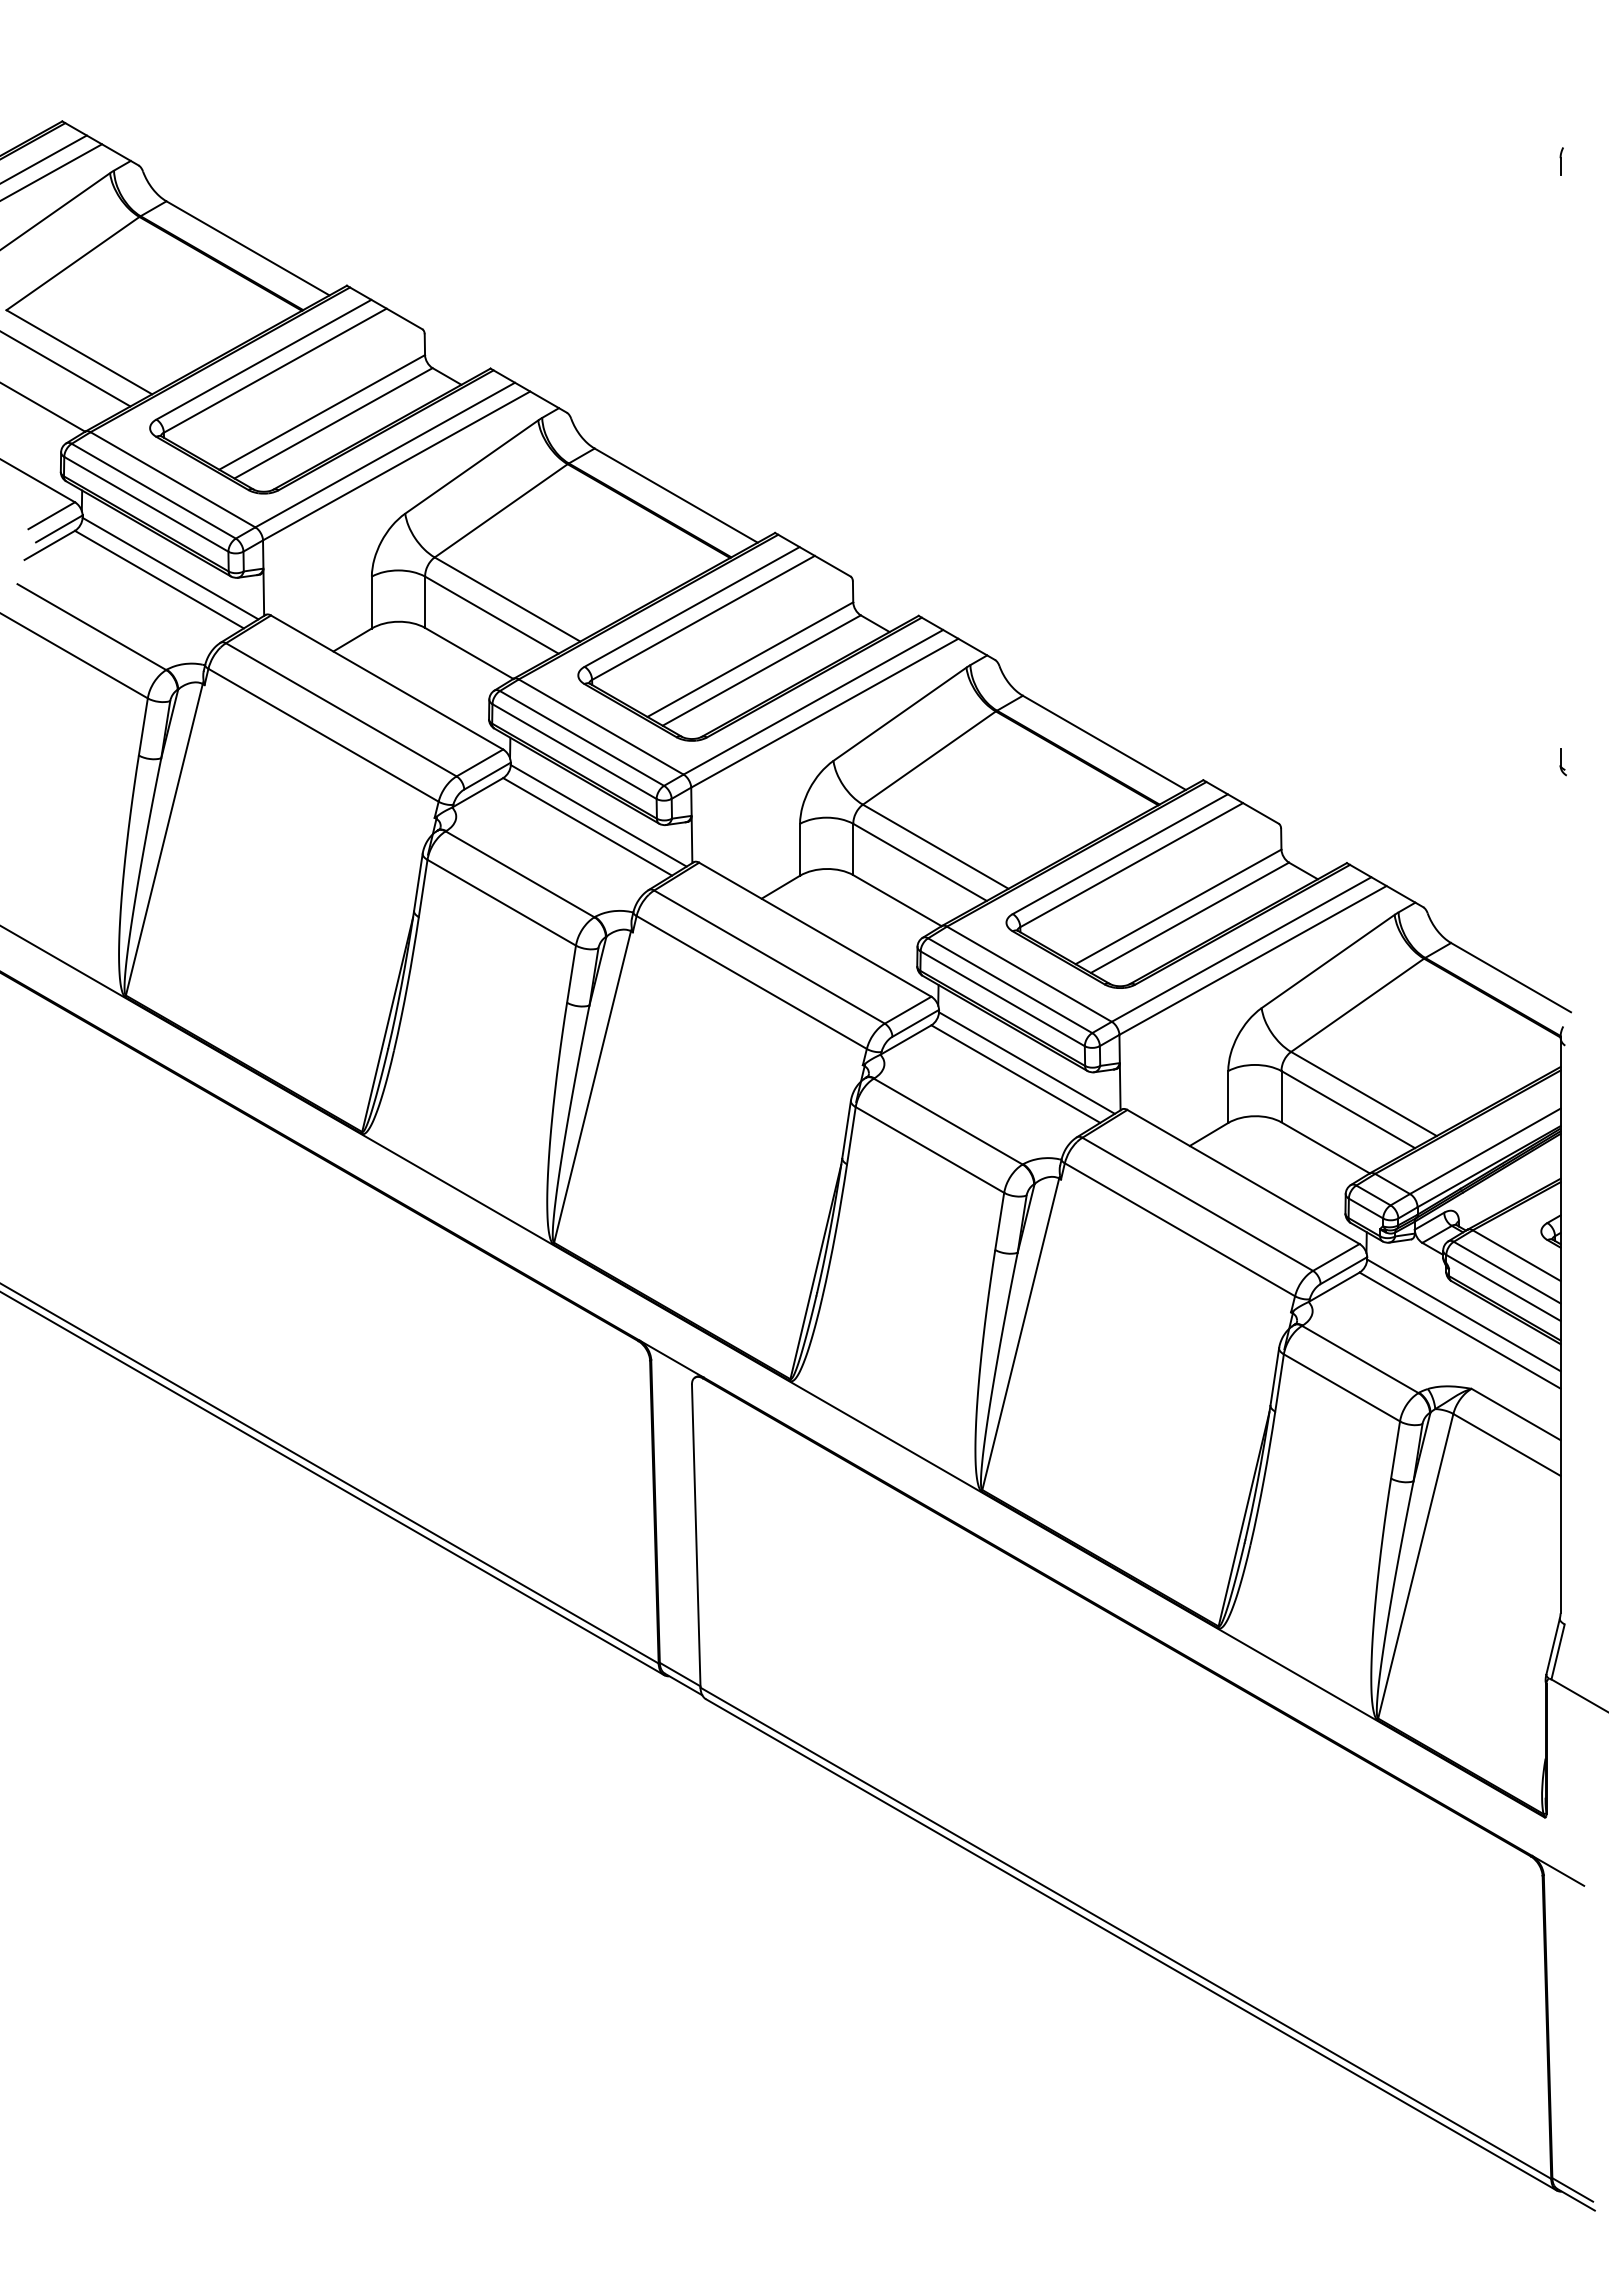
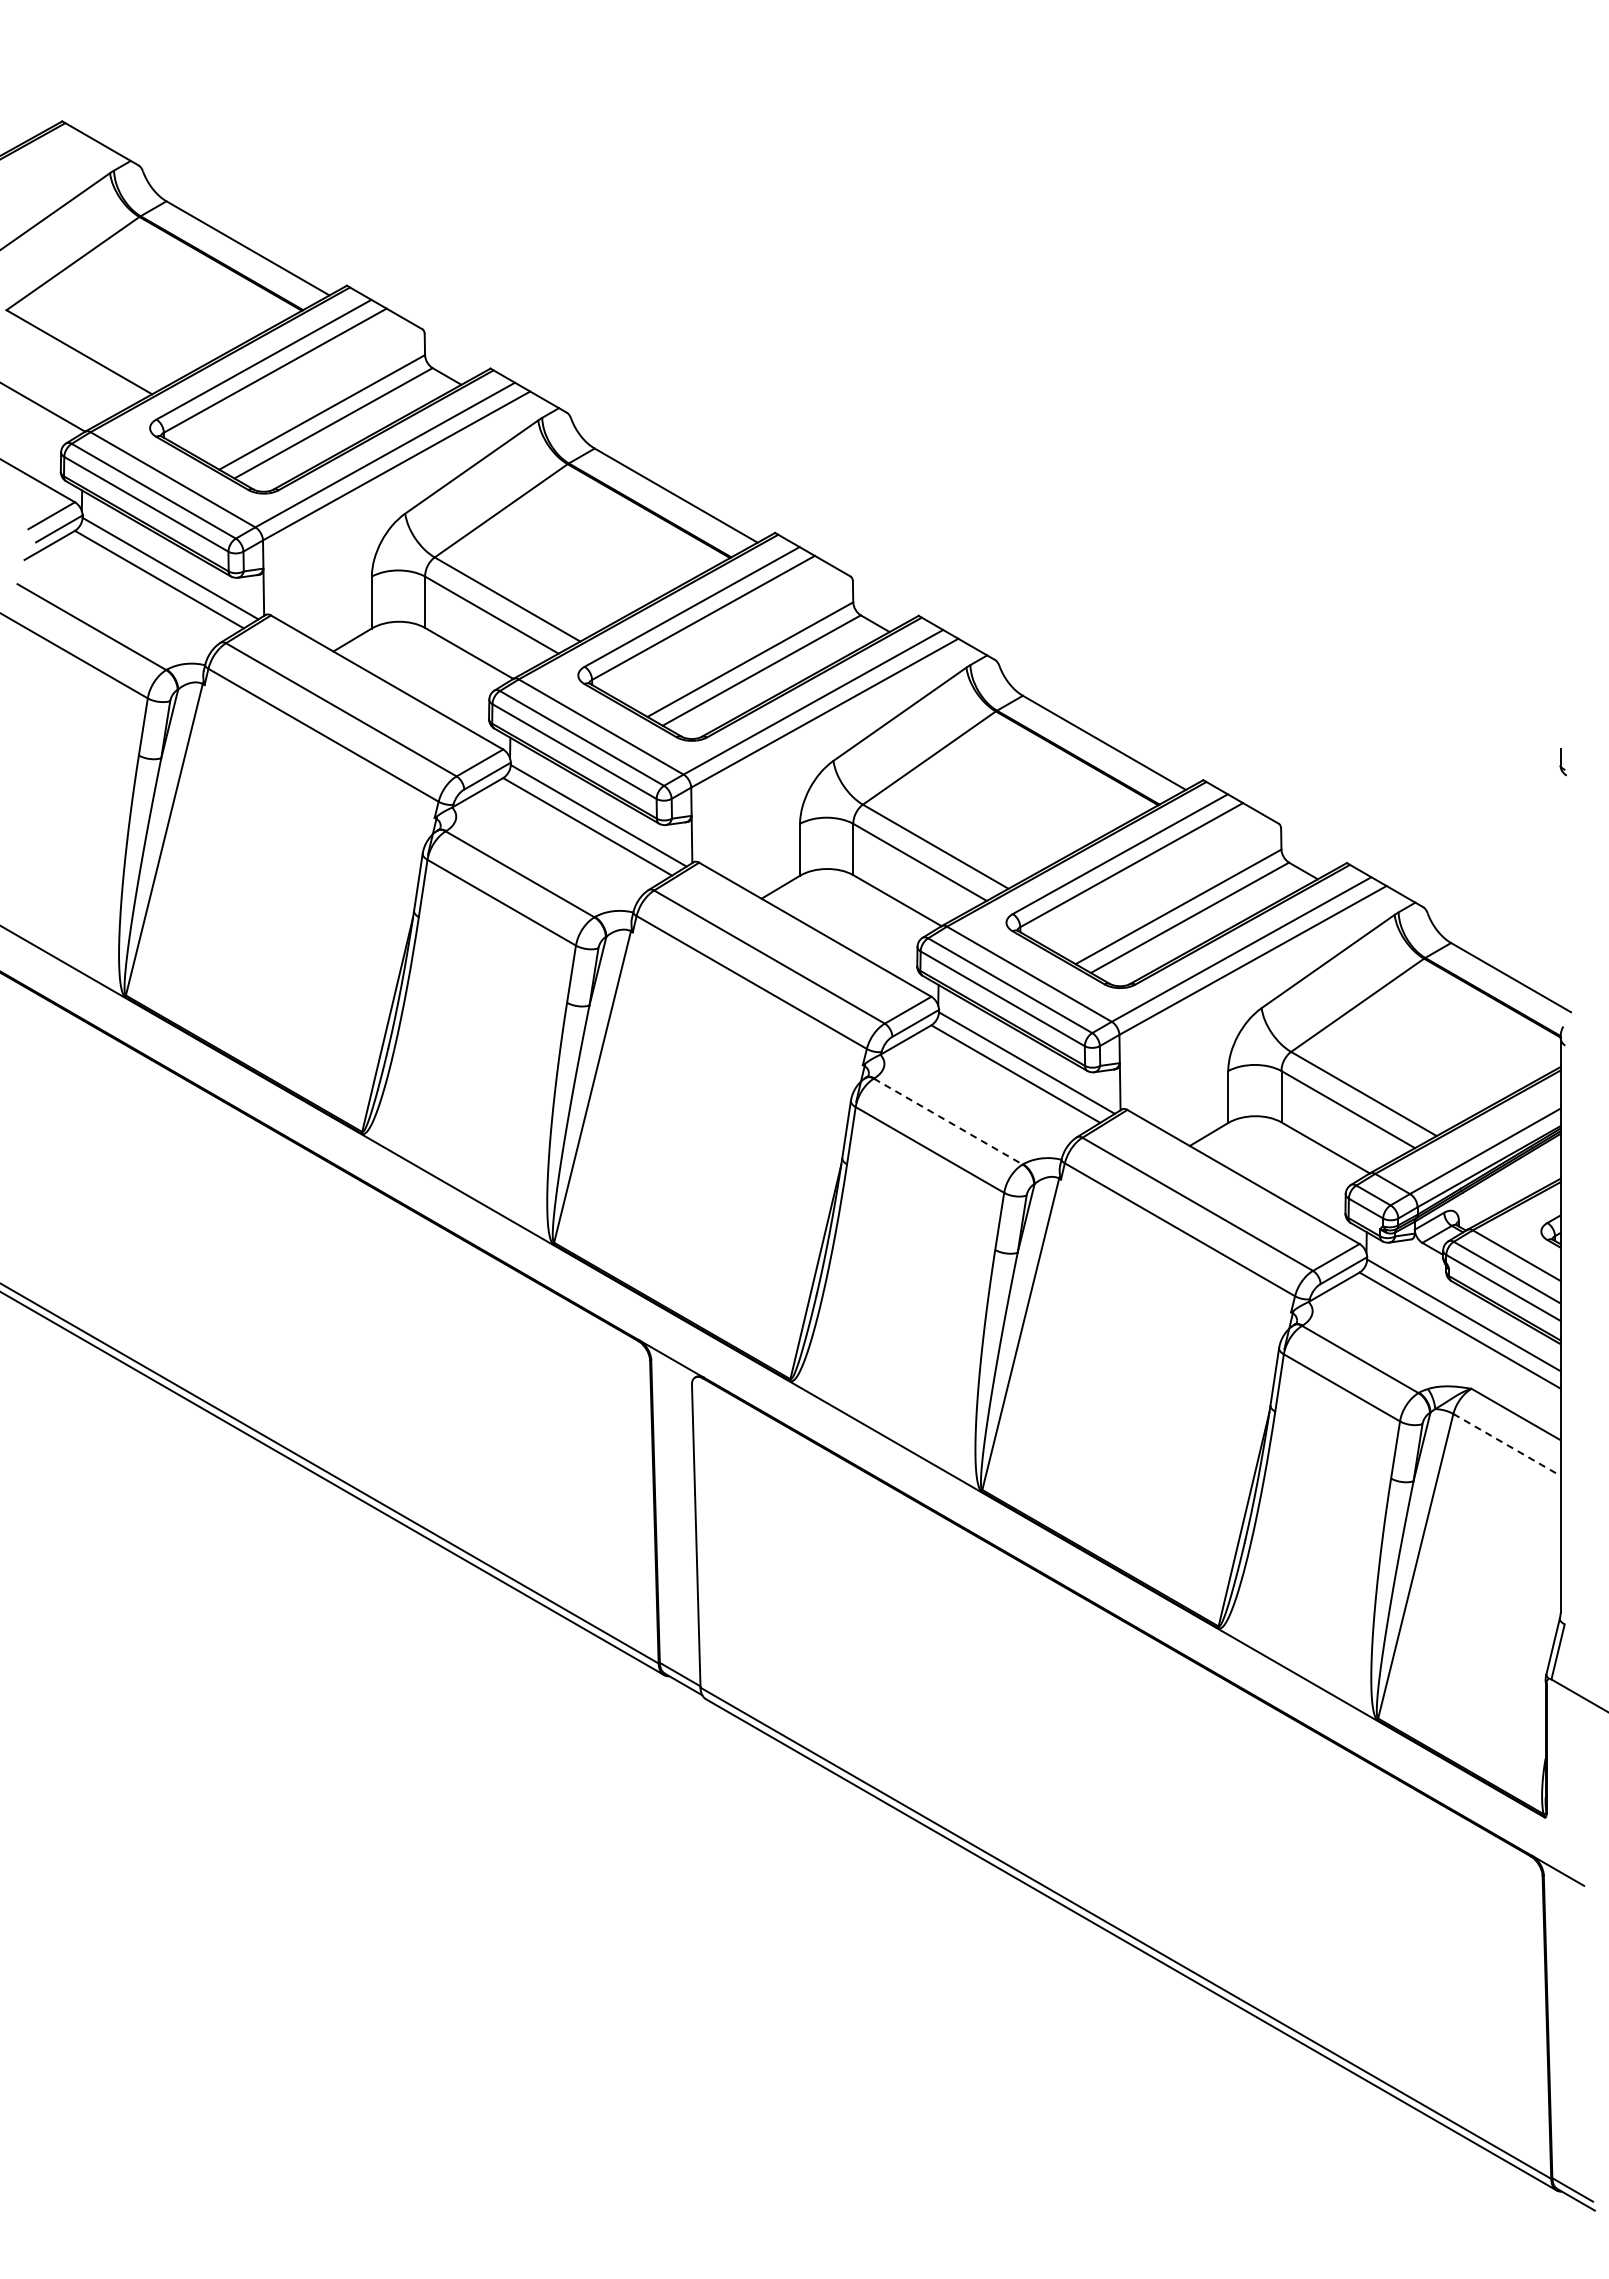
line at (44, 158): present -> none
part at (1561, 161): present -> none
line at (52, 171): present -> none
line at (66, 369): present -> none
line at (948, 1121): solid -> dashed
line at (1506, 1444): solid -> dashed
